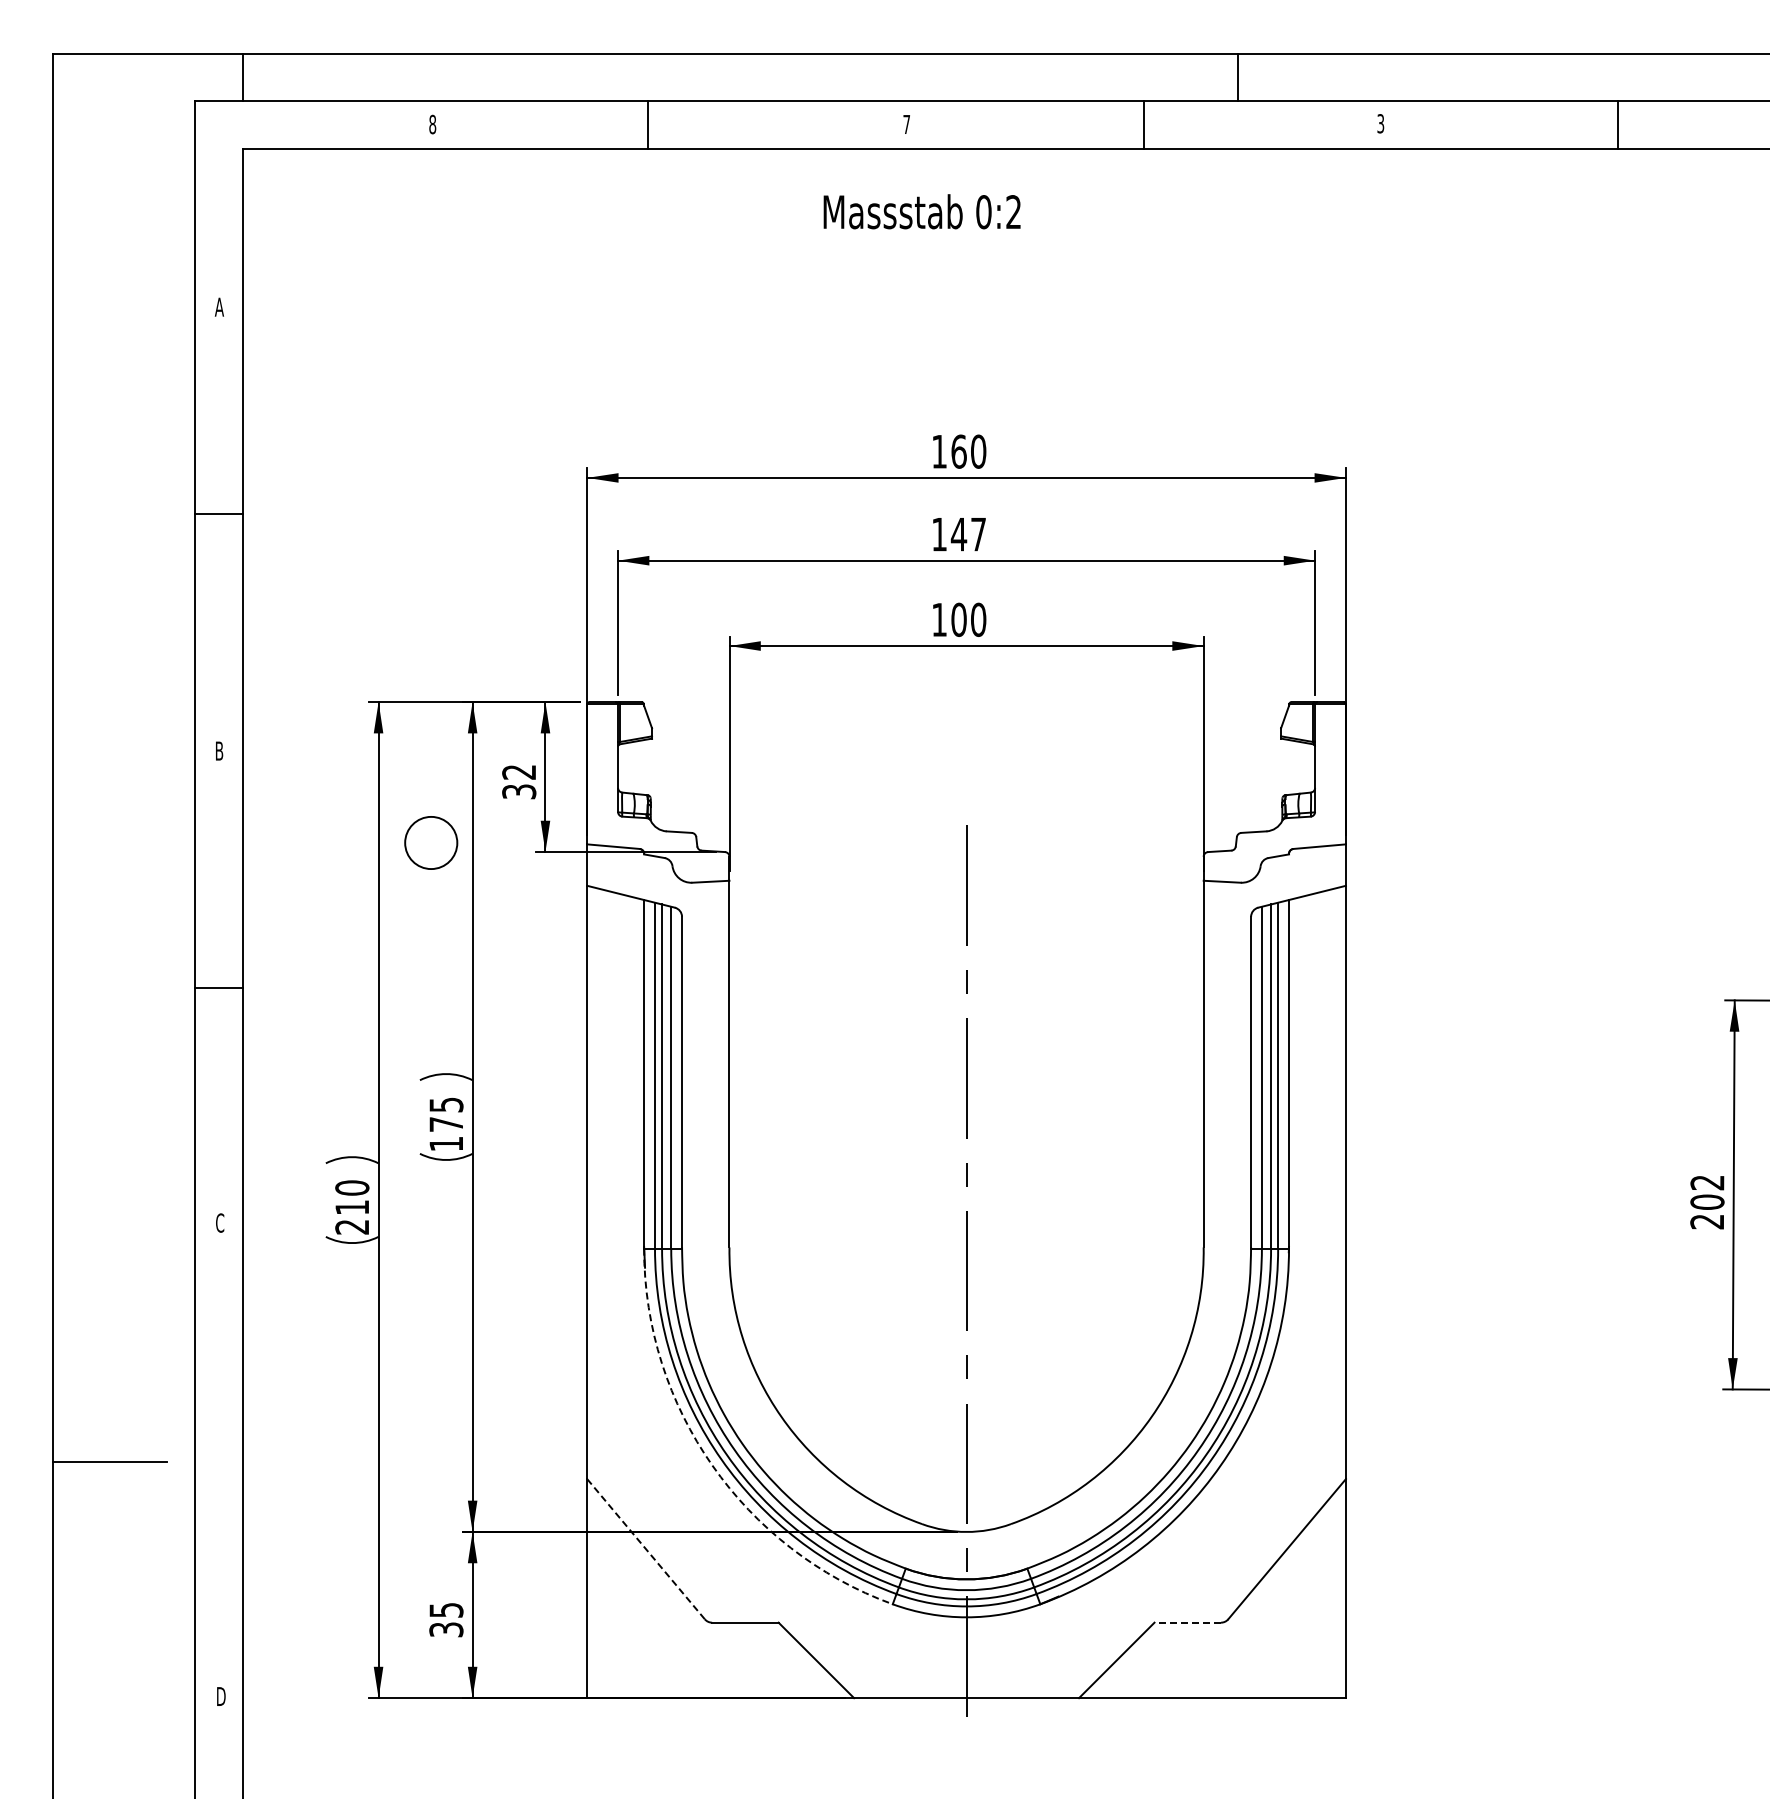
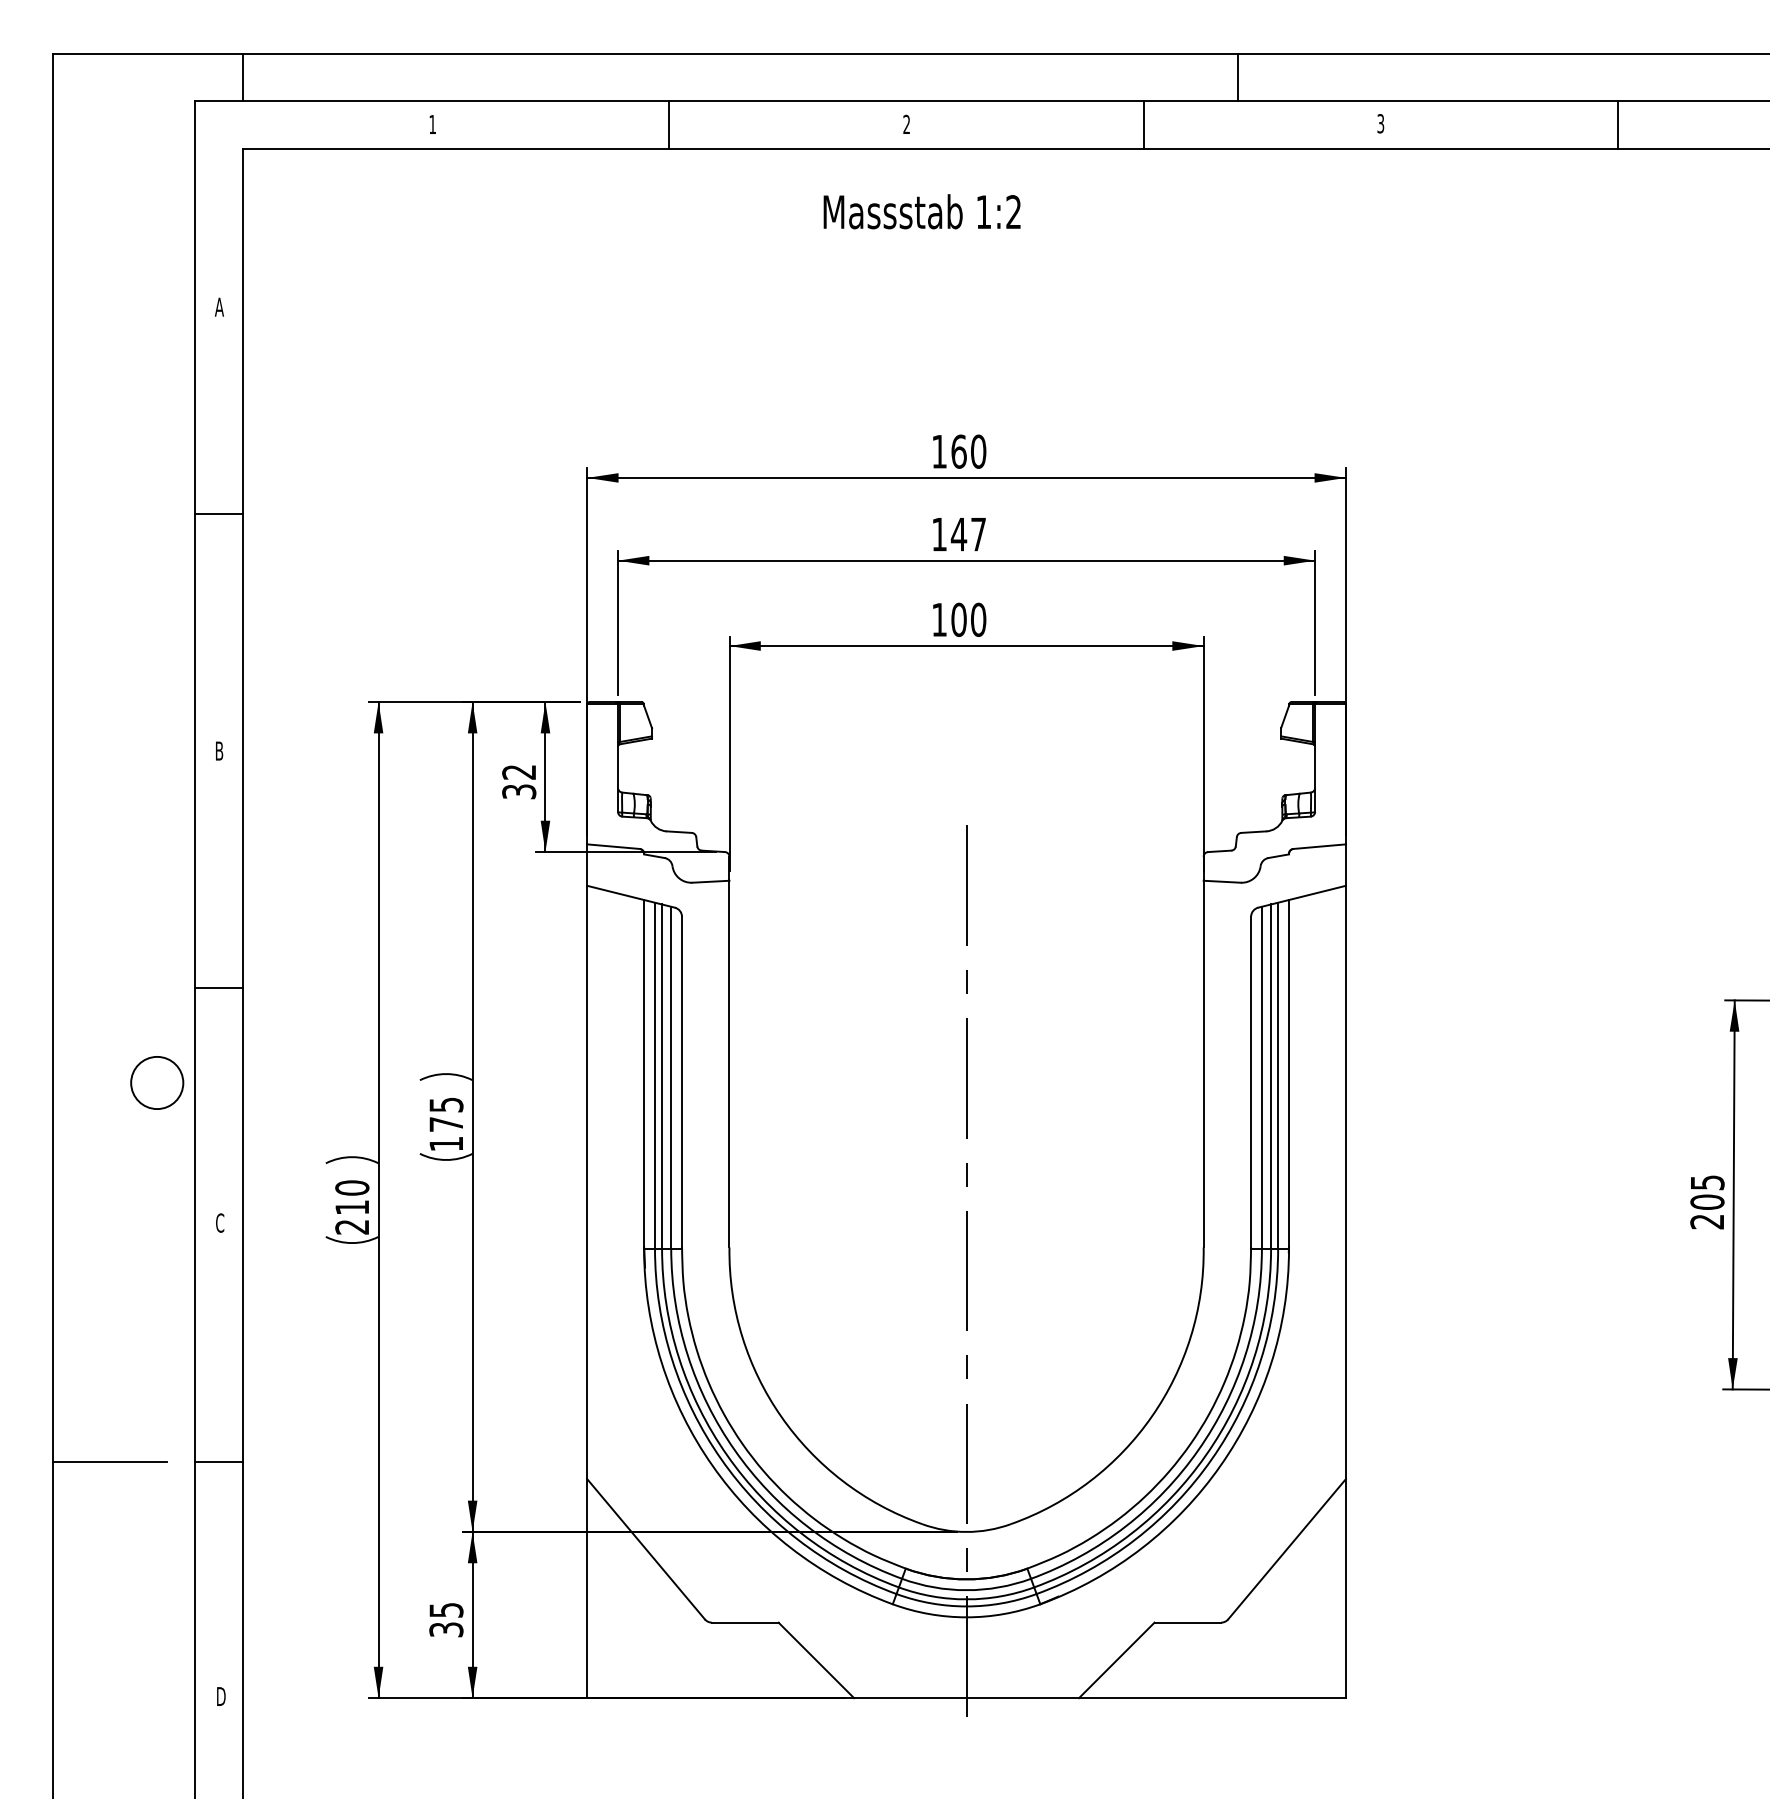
text at (906, 123): 7 -> 2
text at (432, 124): 8 -> 1
line at (648, 124) position: (648, 124) -> (669, 124)
text at (983, 212): 0:2 -> 1:2
circle at (431, 842) position: (431, 842) -> (157, 1082)
text at (1707, 1182): 202 -> 205
line at (218, 1462): none -> present
arc at (712, 1465): dashed -> solid
line at (646, 1549): dashed -> solid
line at (1187, 1622): dashed -> solid
